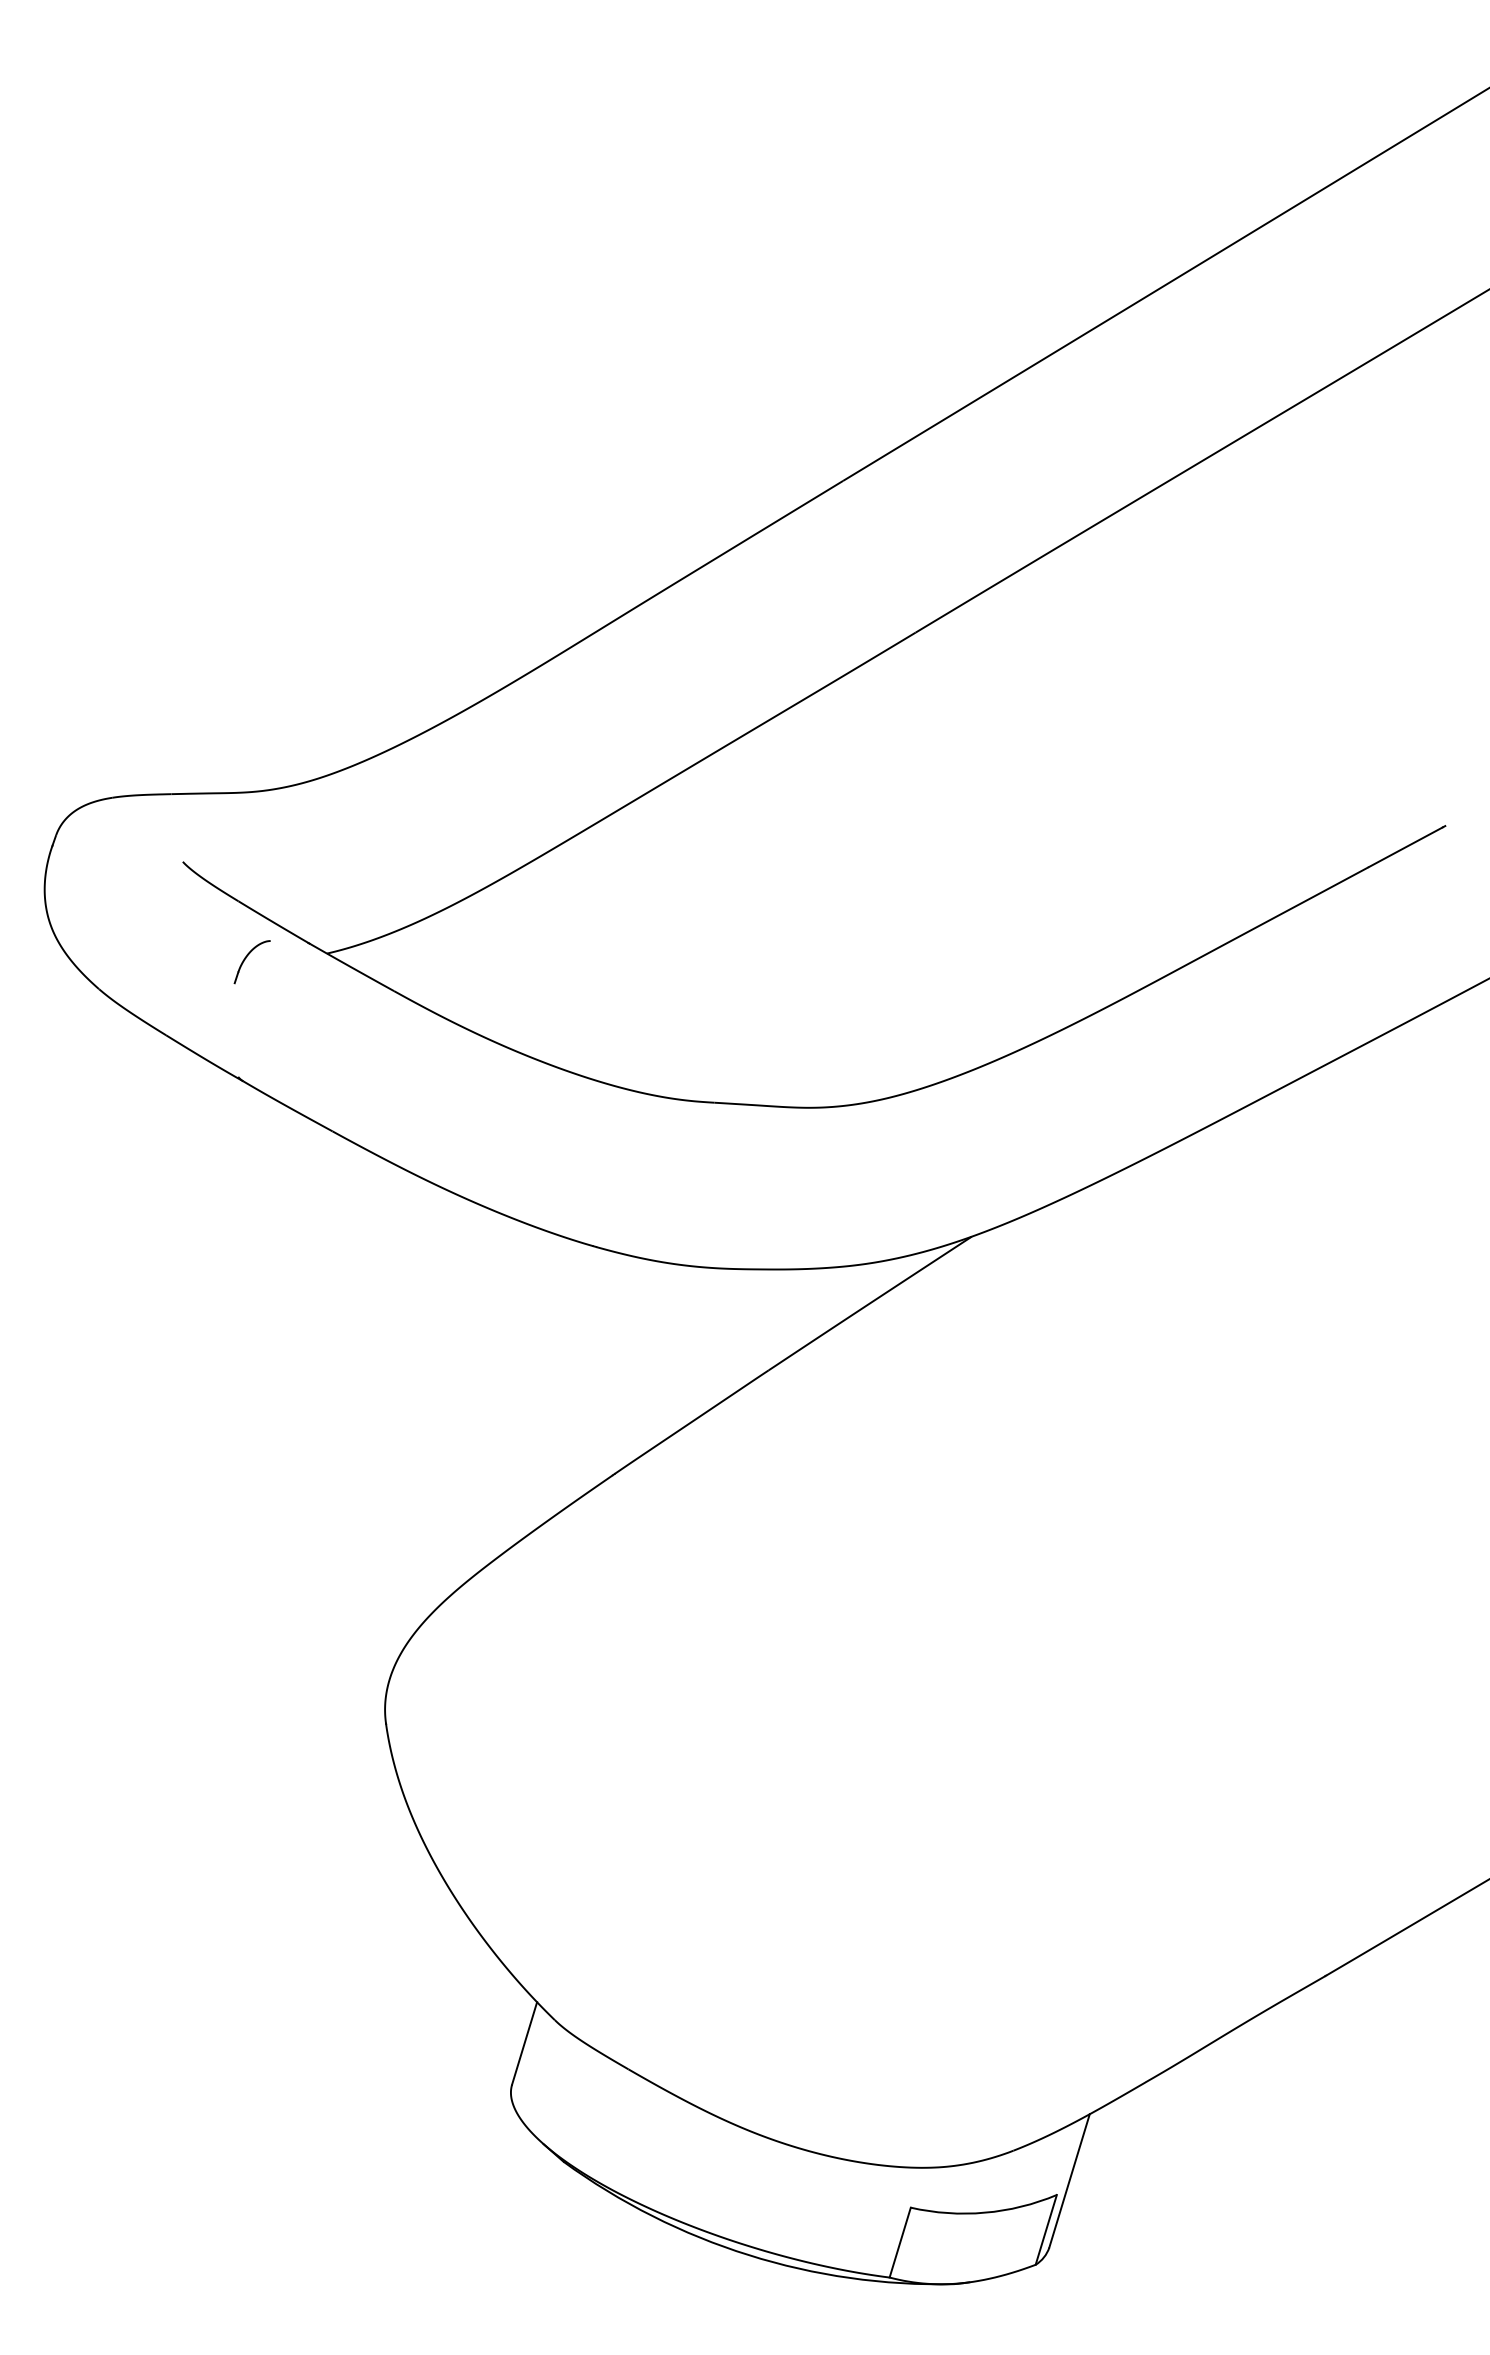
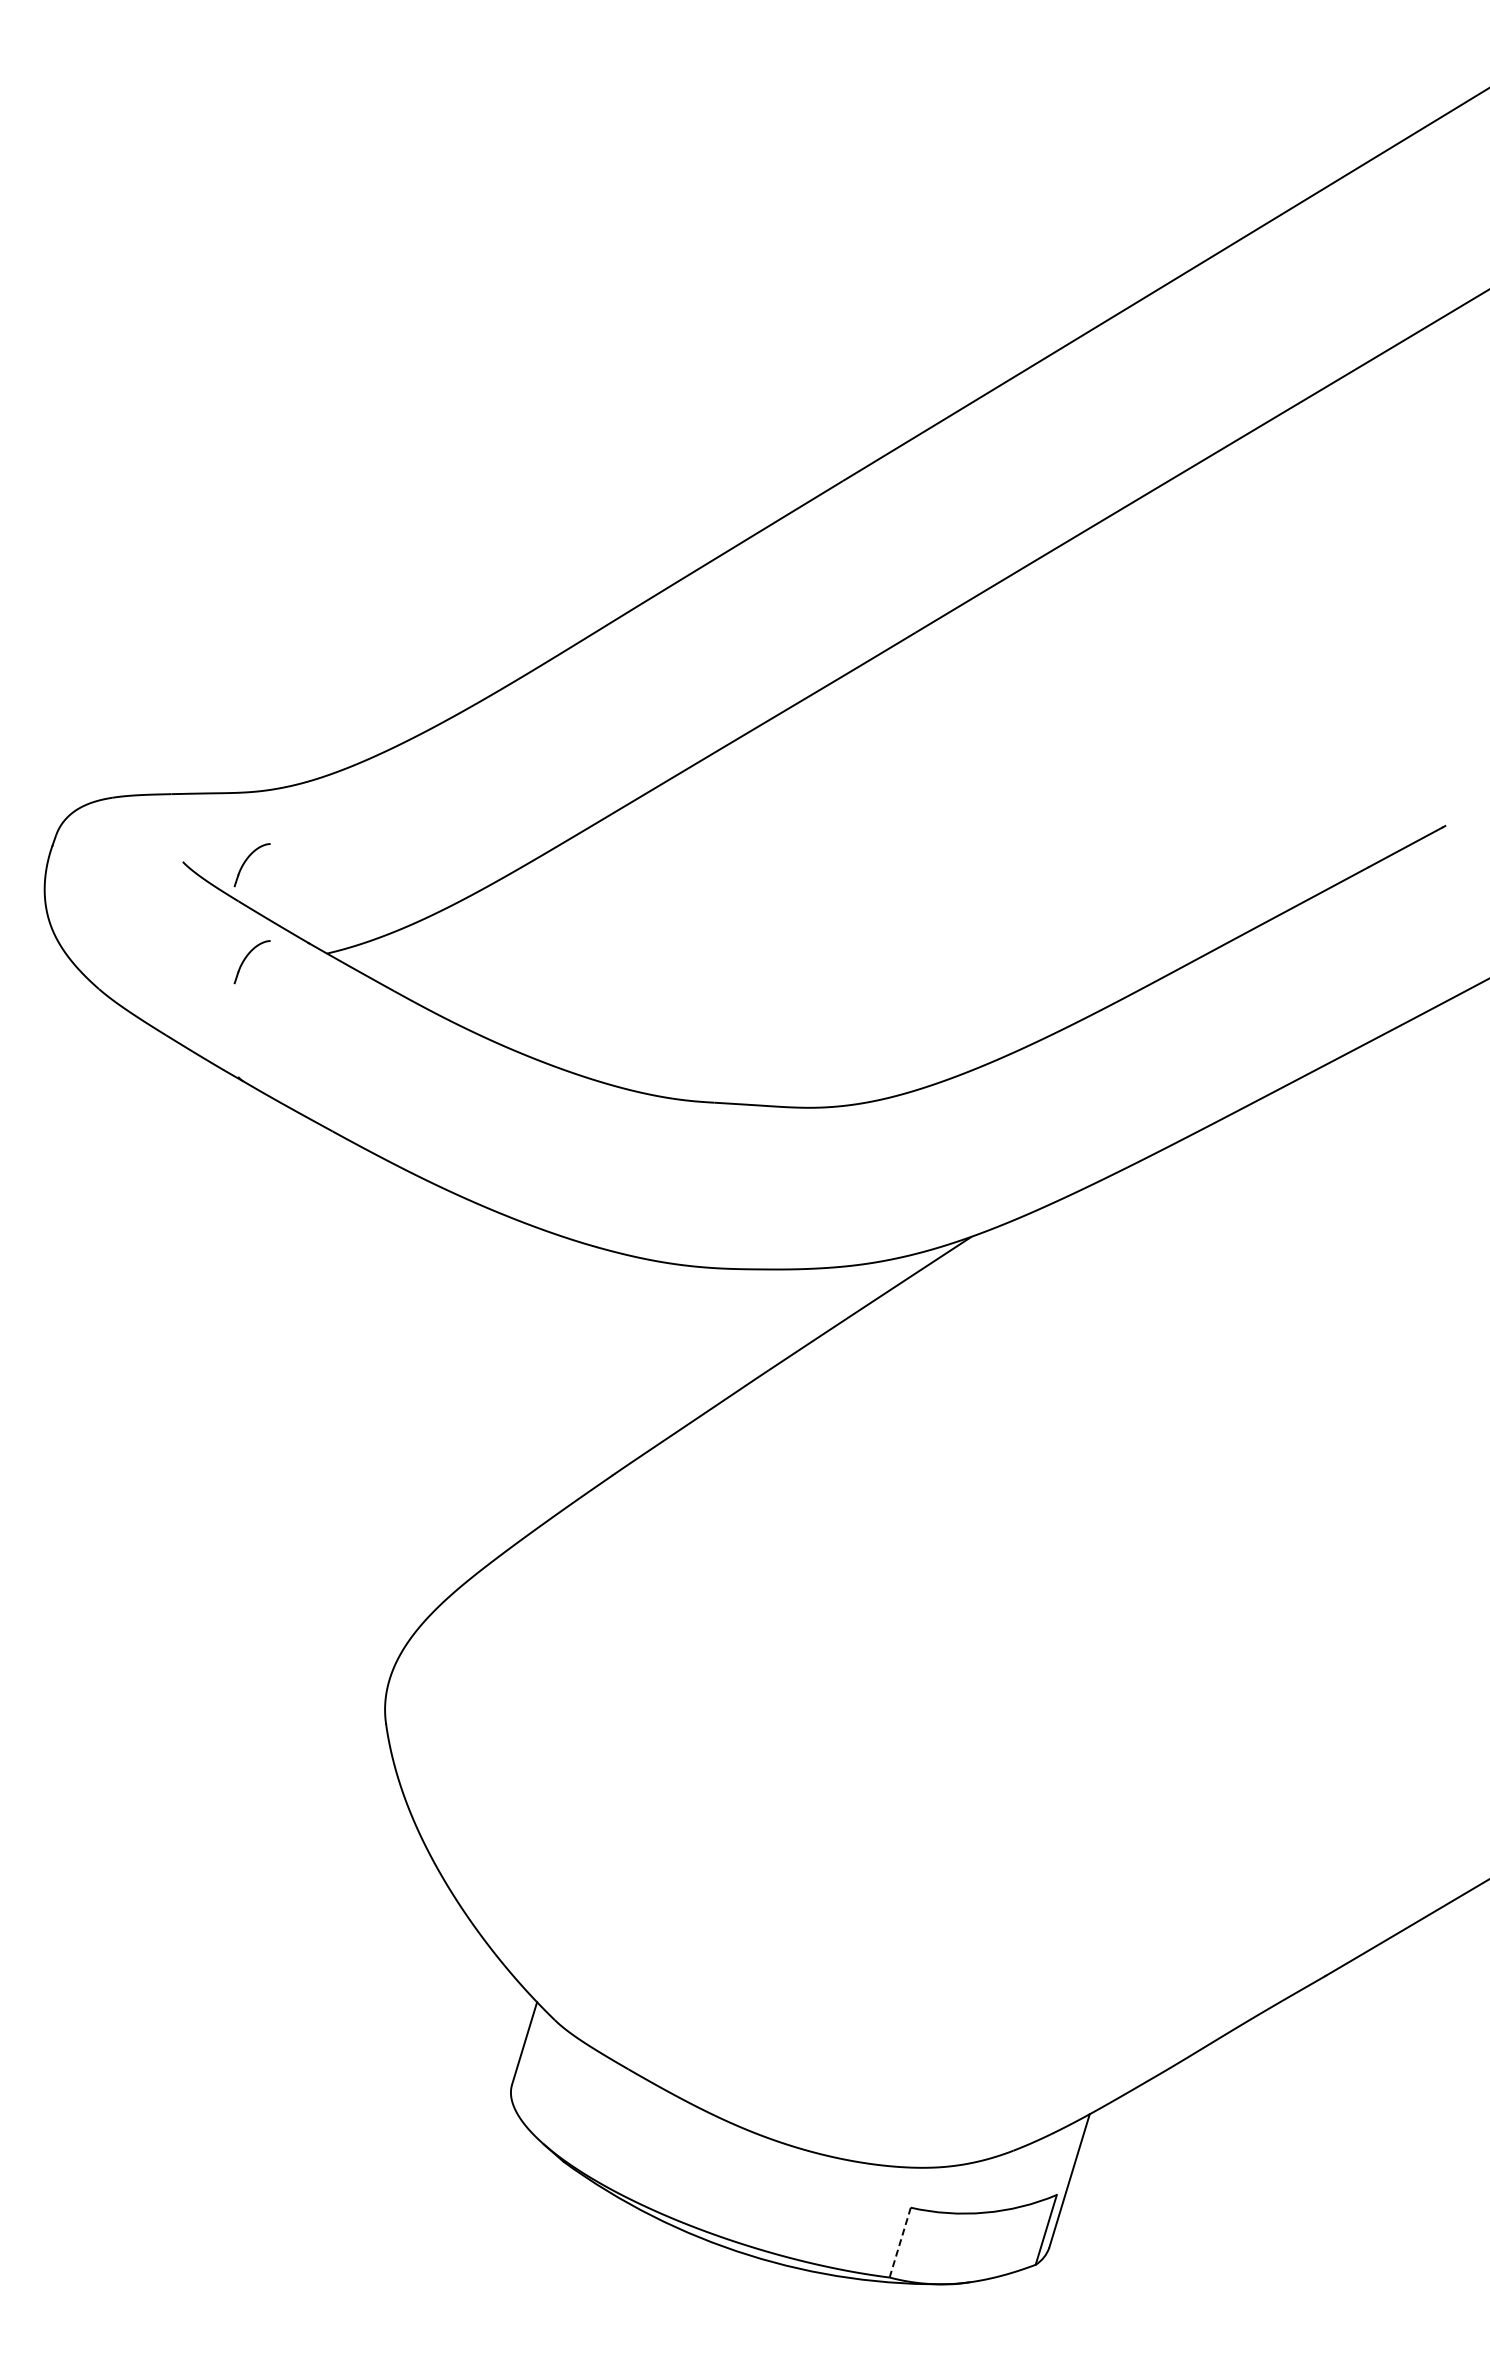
part at (247, 860): none -> present
line at (900, 2242): solid -> dashed
